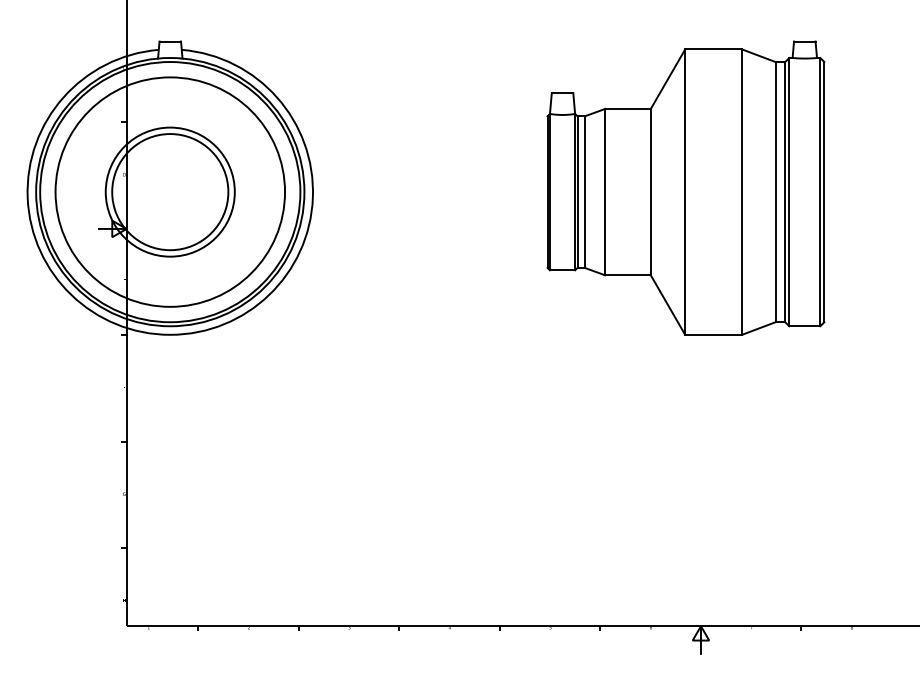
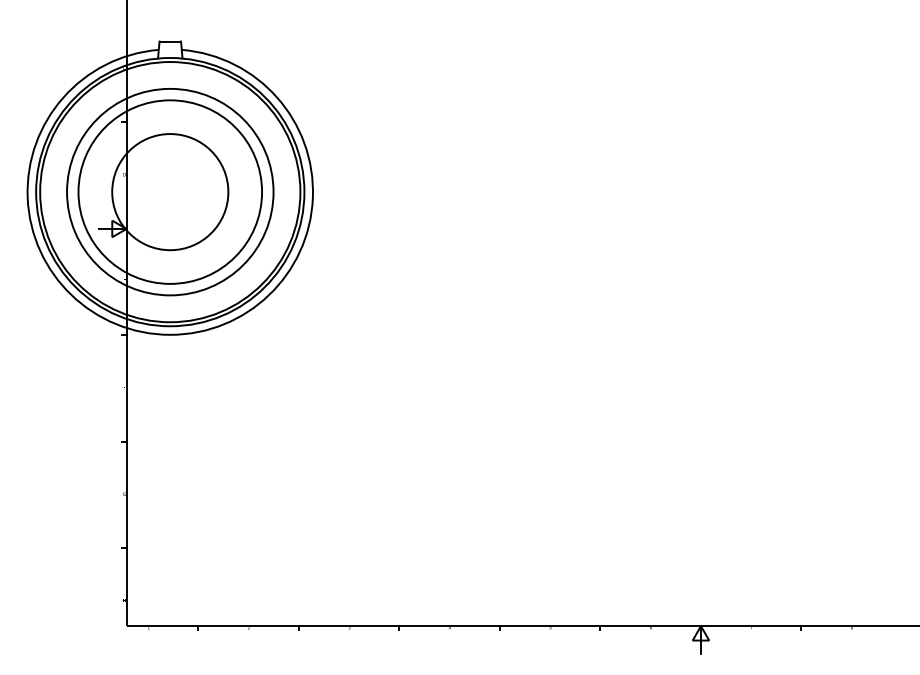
part at (685, 187): present -> none
circle at (169, 191) diameter: 129 px -> 207 px
circle at (170, 191) diameter: 229 px -> 184 px
